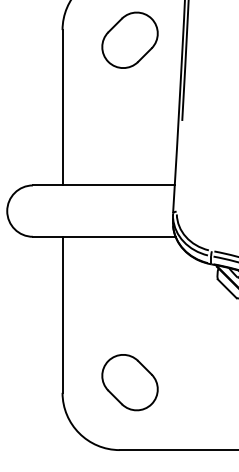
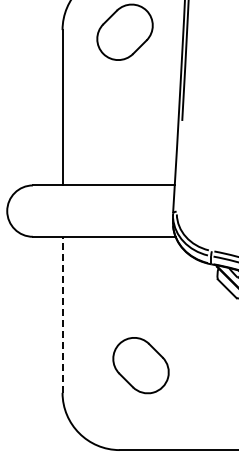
part at (129, 39) position: (129, 39) -> (124, 31)
line at (62, 314): solid -> dashed
part at (129, 382) position: (129, 382) -> (140, 365)
